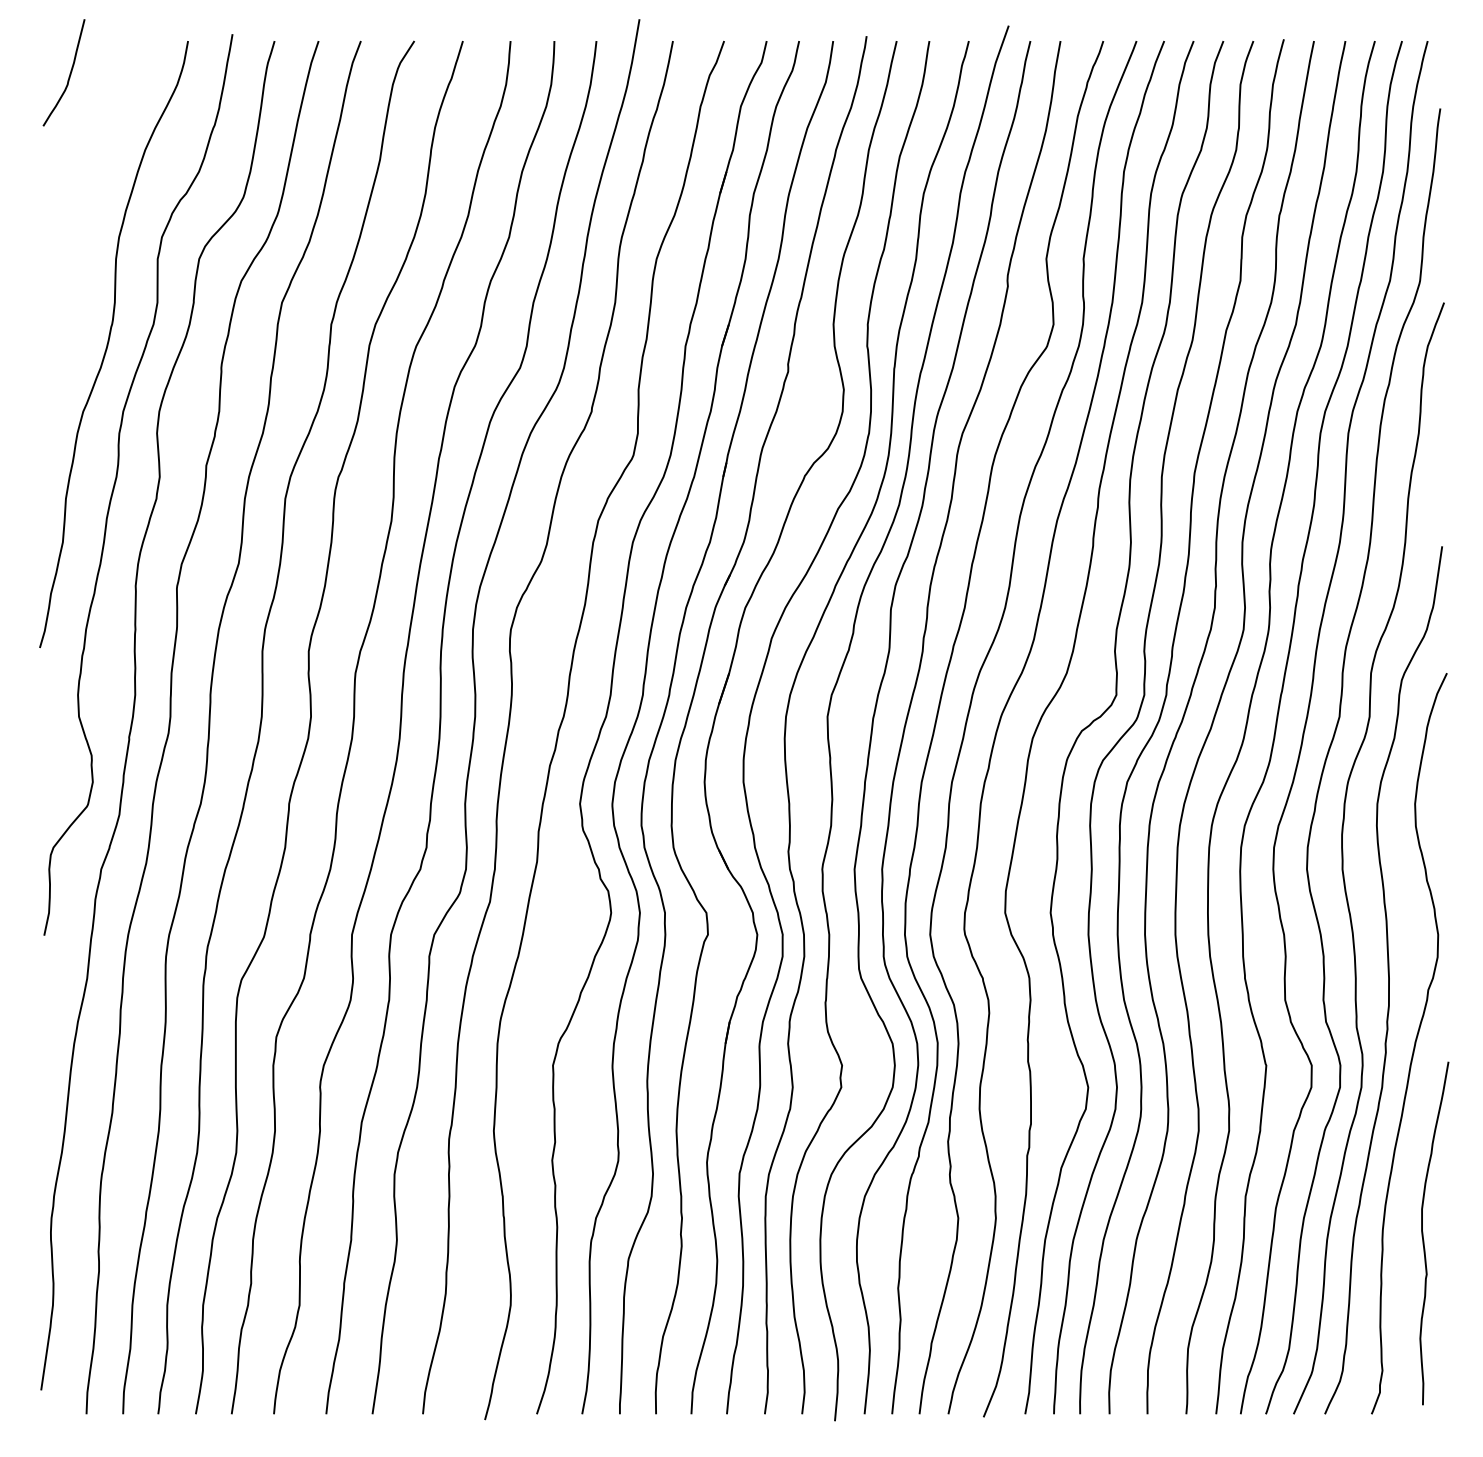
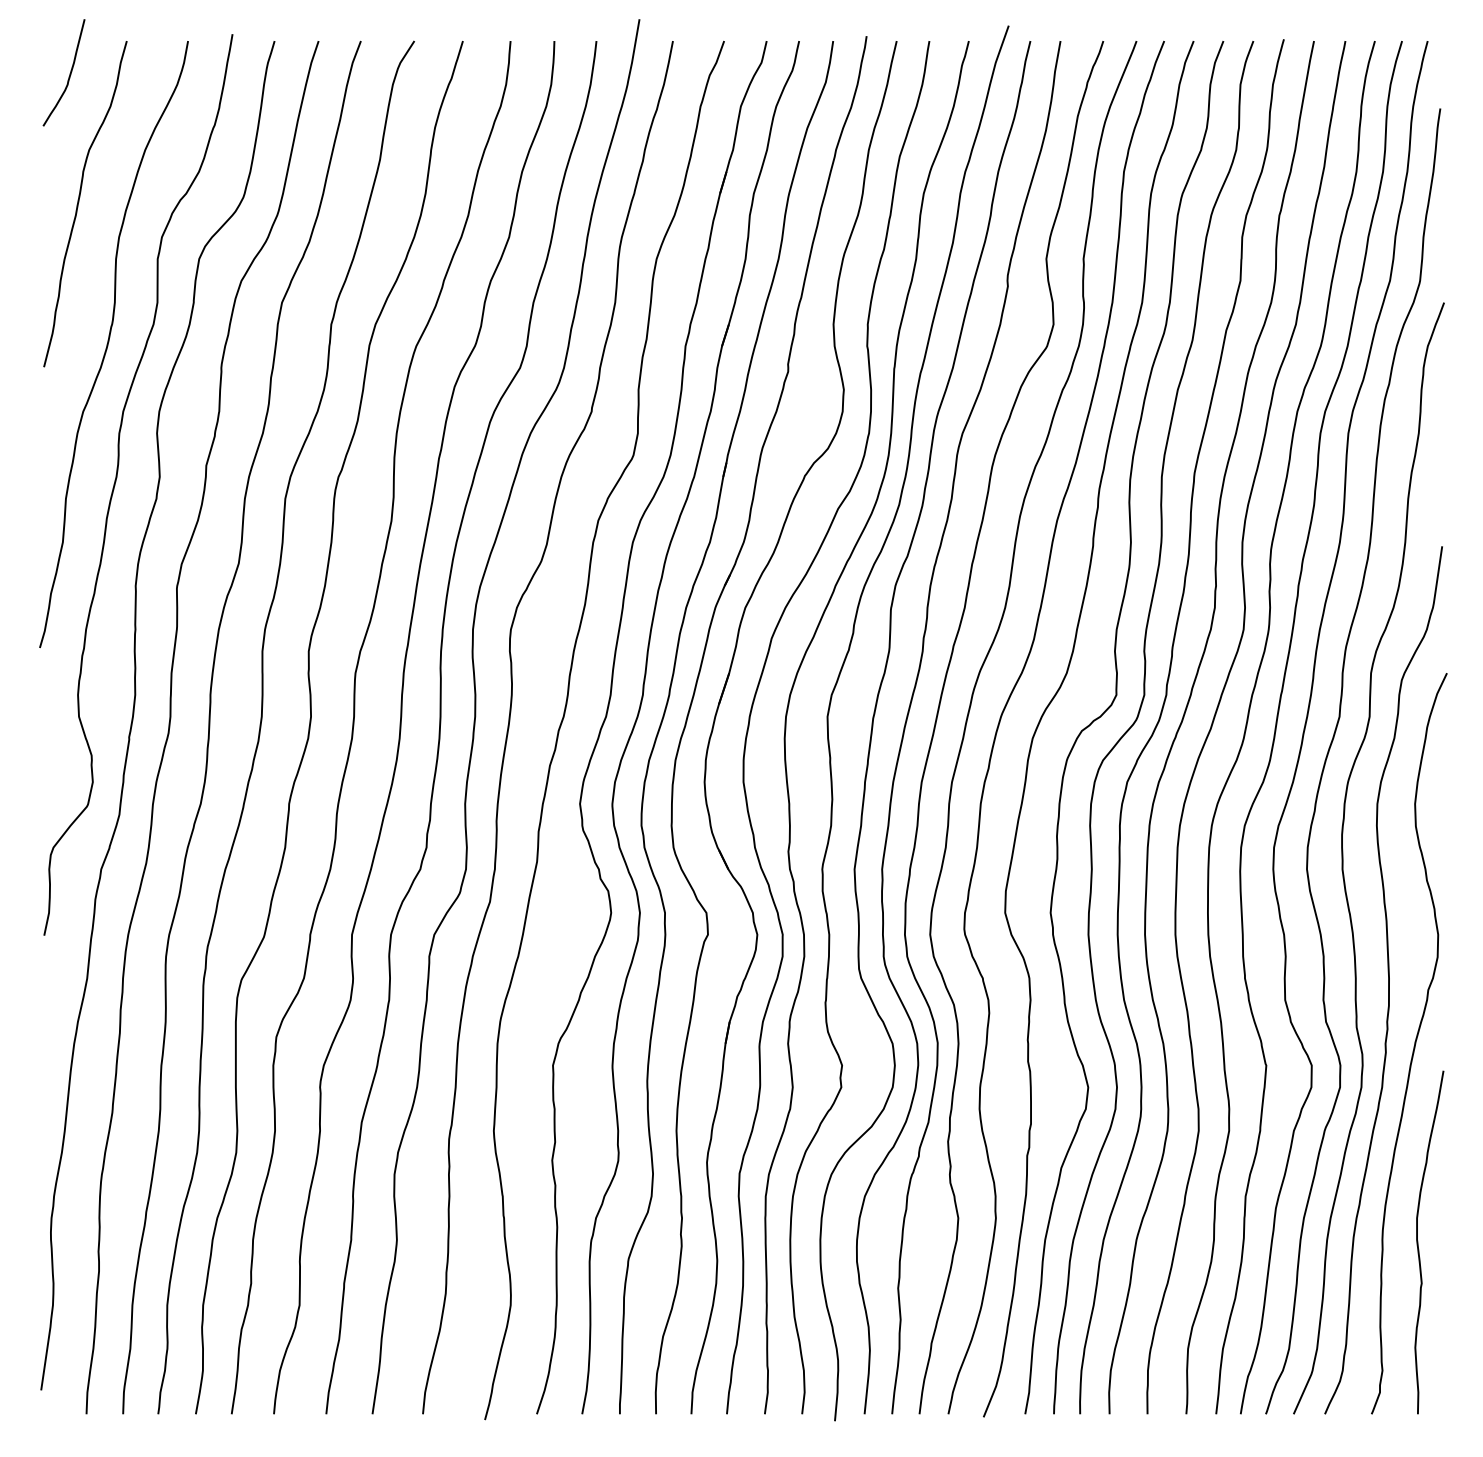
curve at (79, 202): none -> present
curve at (1423, 1233) position: (1423, 1233) -> (1418, 1242)
